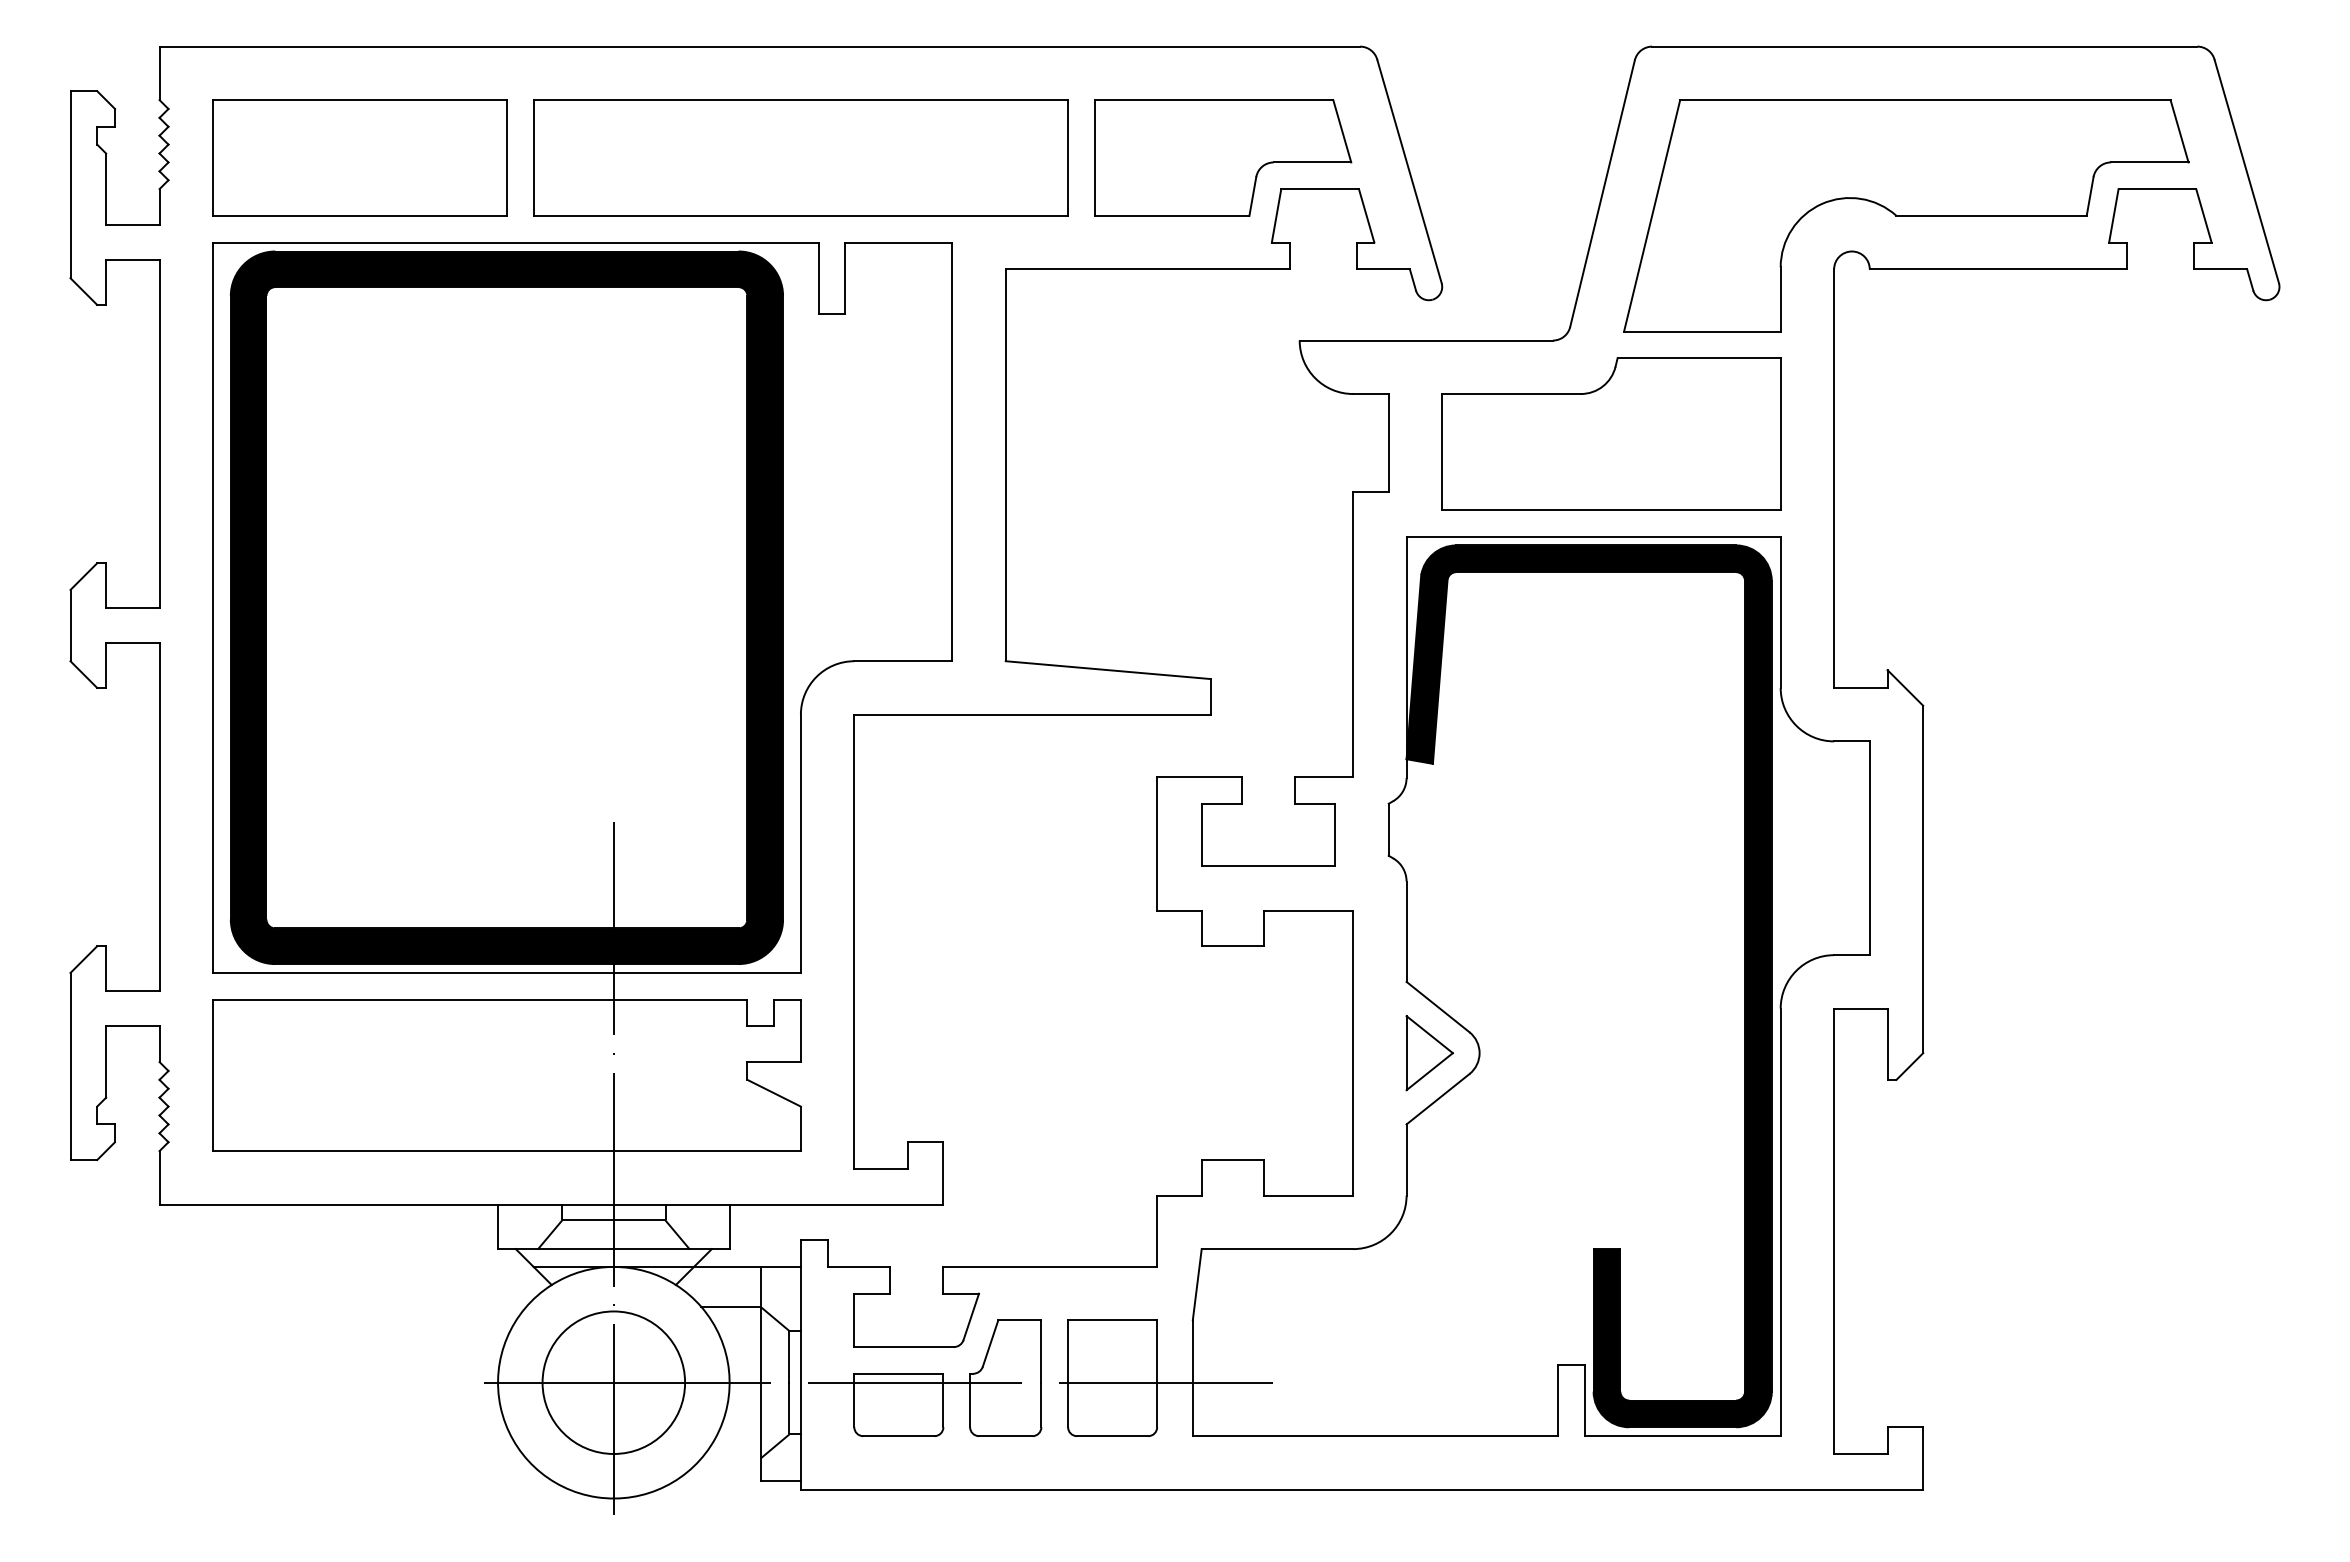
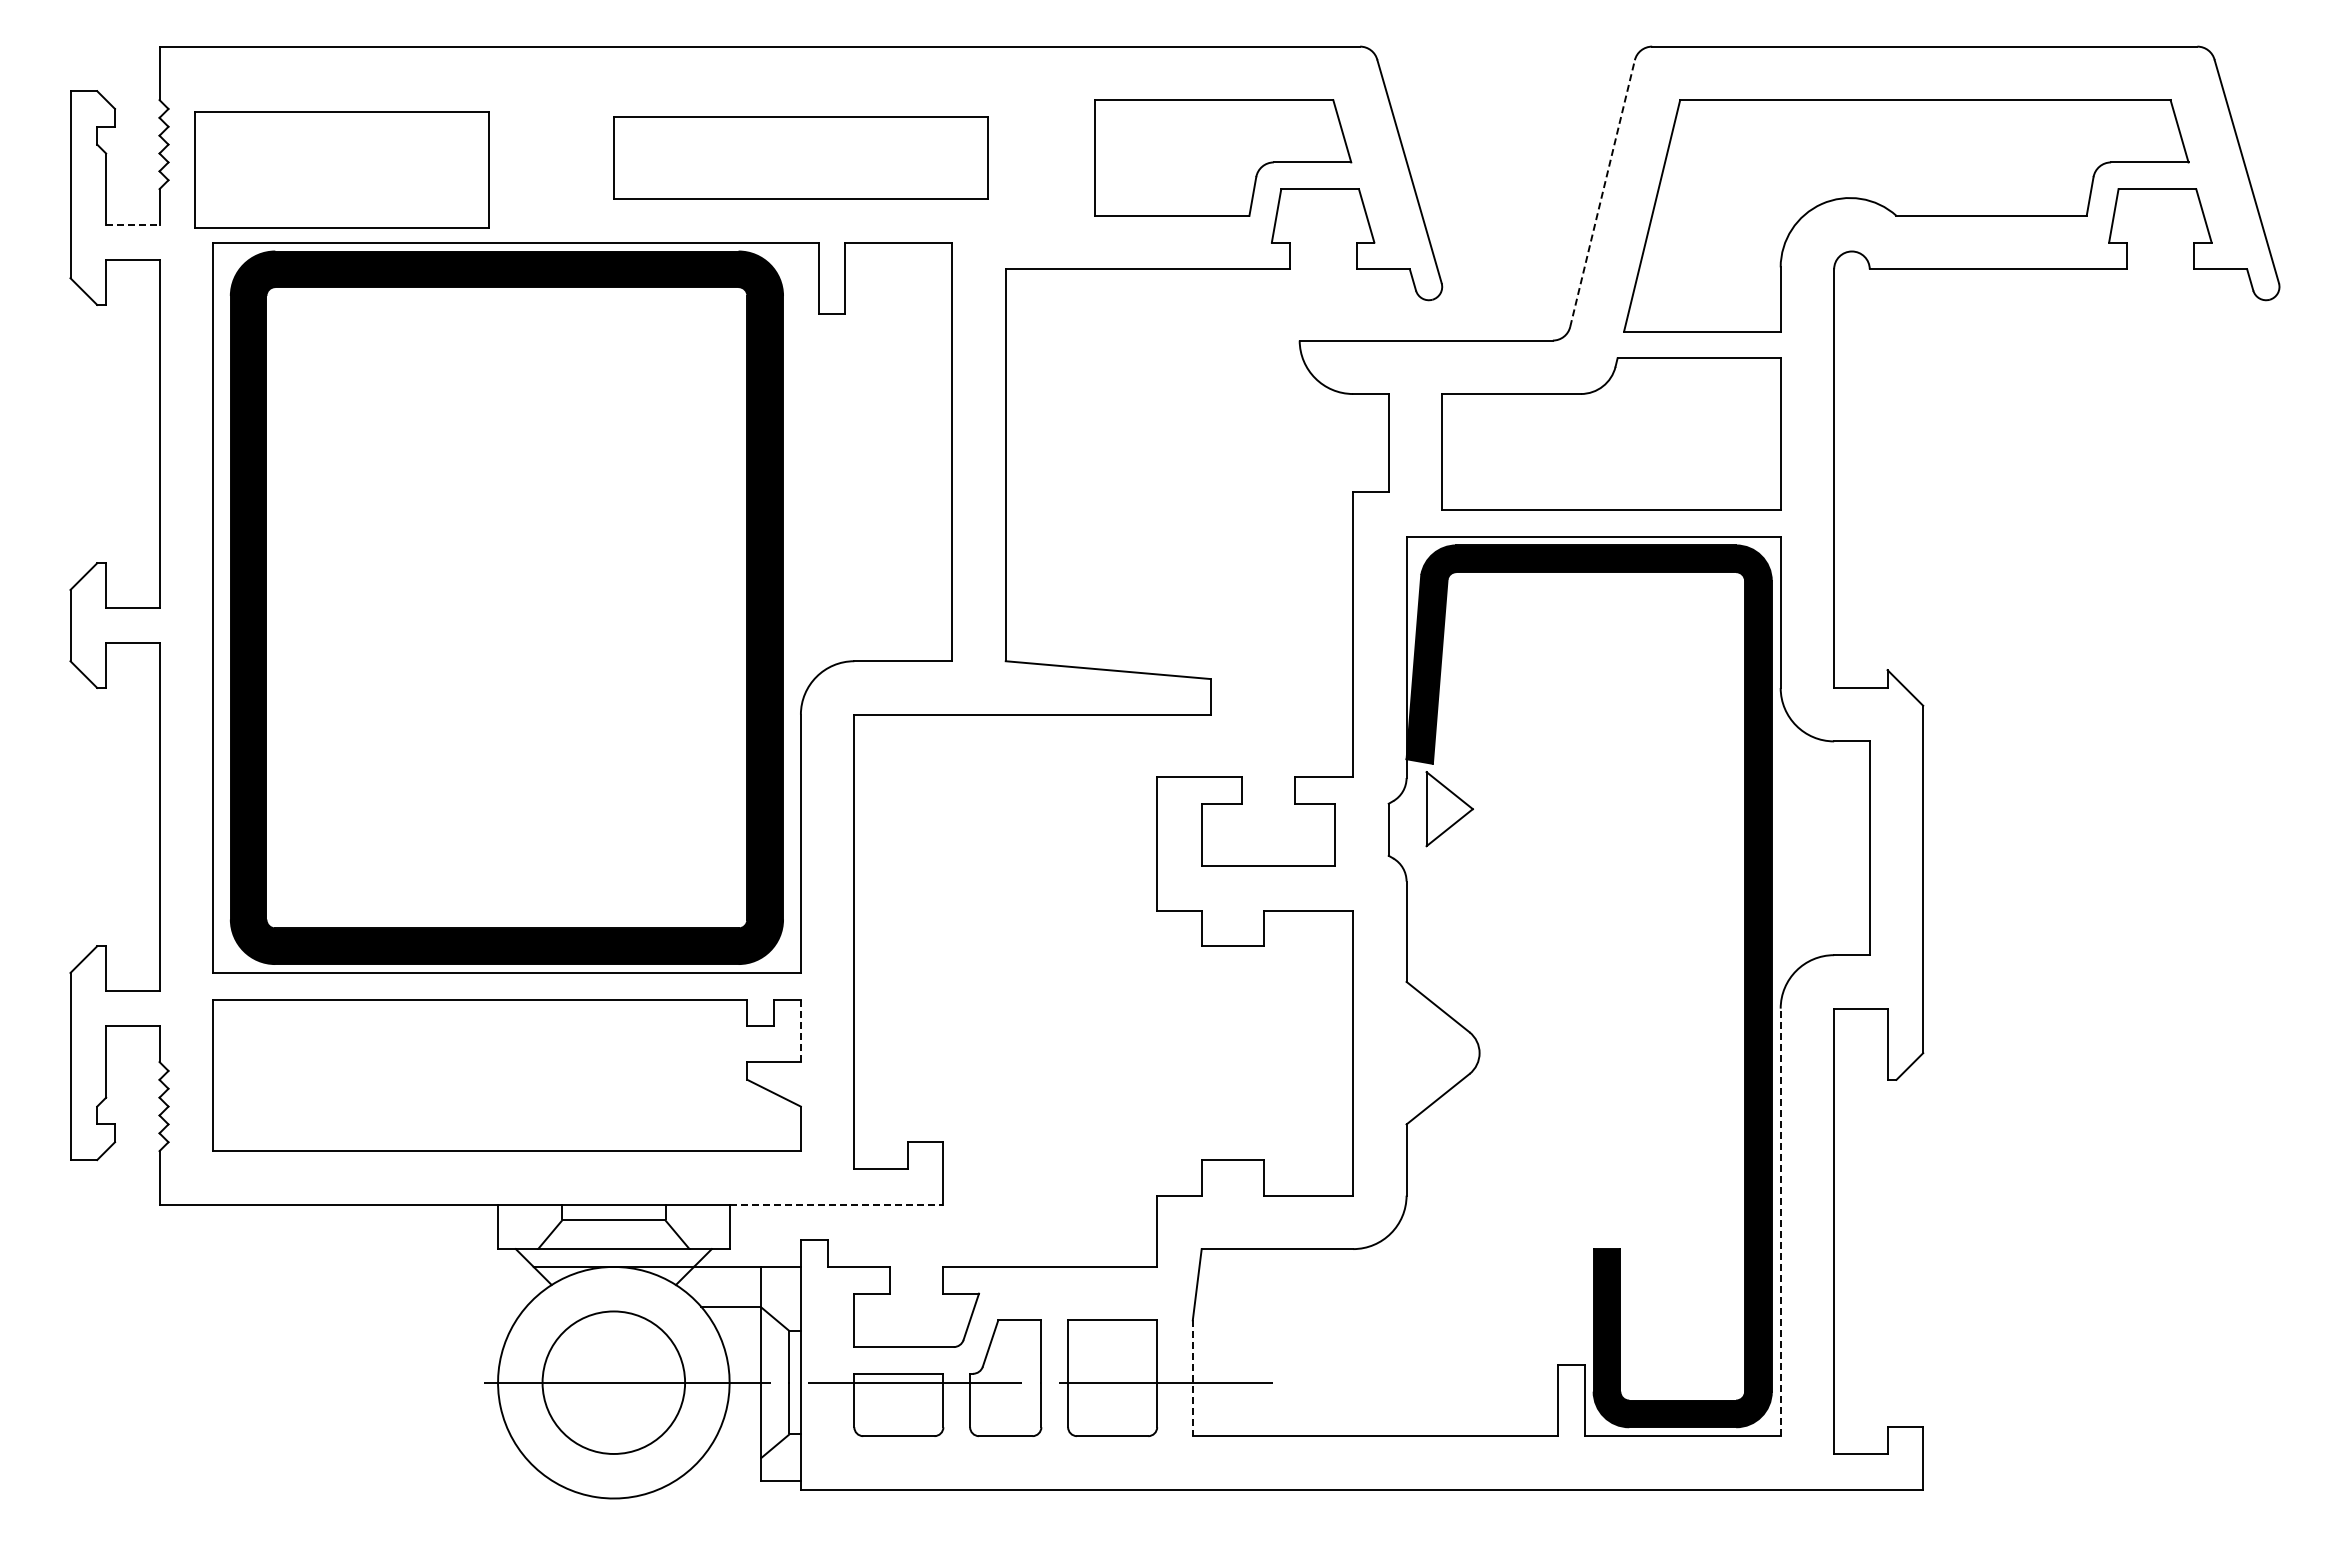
part at (359, 157) position: (359, 157) -> (341, 169)
part at (800, 157) size: 536x118 px -> 376x84 px
line at (1602, 193): solid -> dashed
line at (132, 224): solid -> dashed
line at (800, 1031): solid -> dashed
part at (1429, 1053) position: (1429, 1053) -> (1449, 809)
line at (613, 1168): present -> none
line at (836, 1204): solid -> dashed
line at (1780, 1222): solid -> dashed
line at (1192, 1378): solid -> dashed
